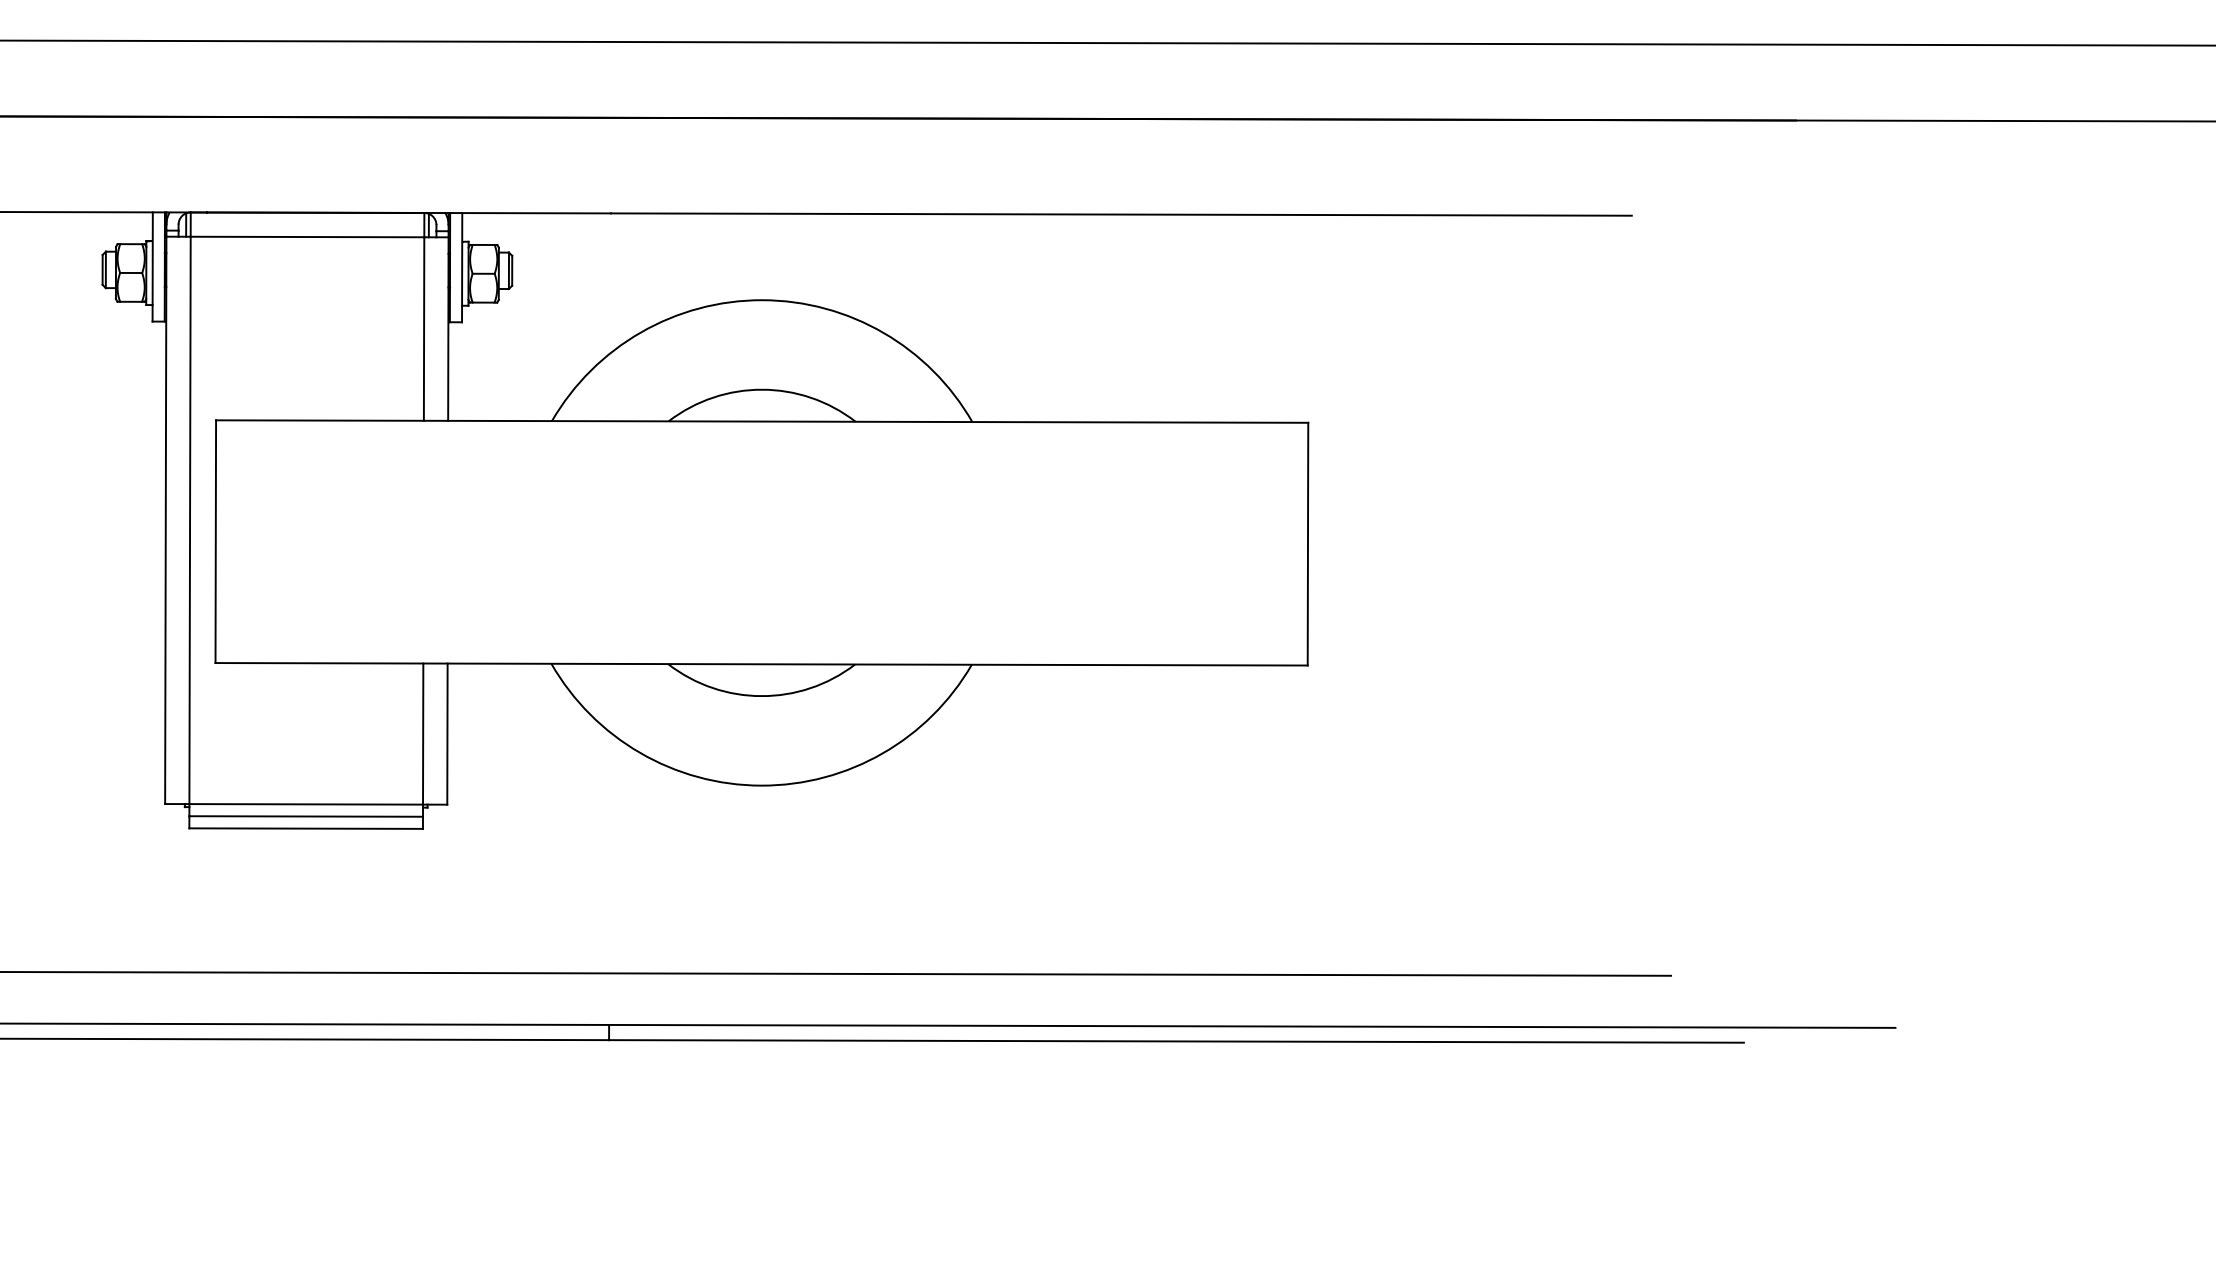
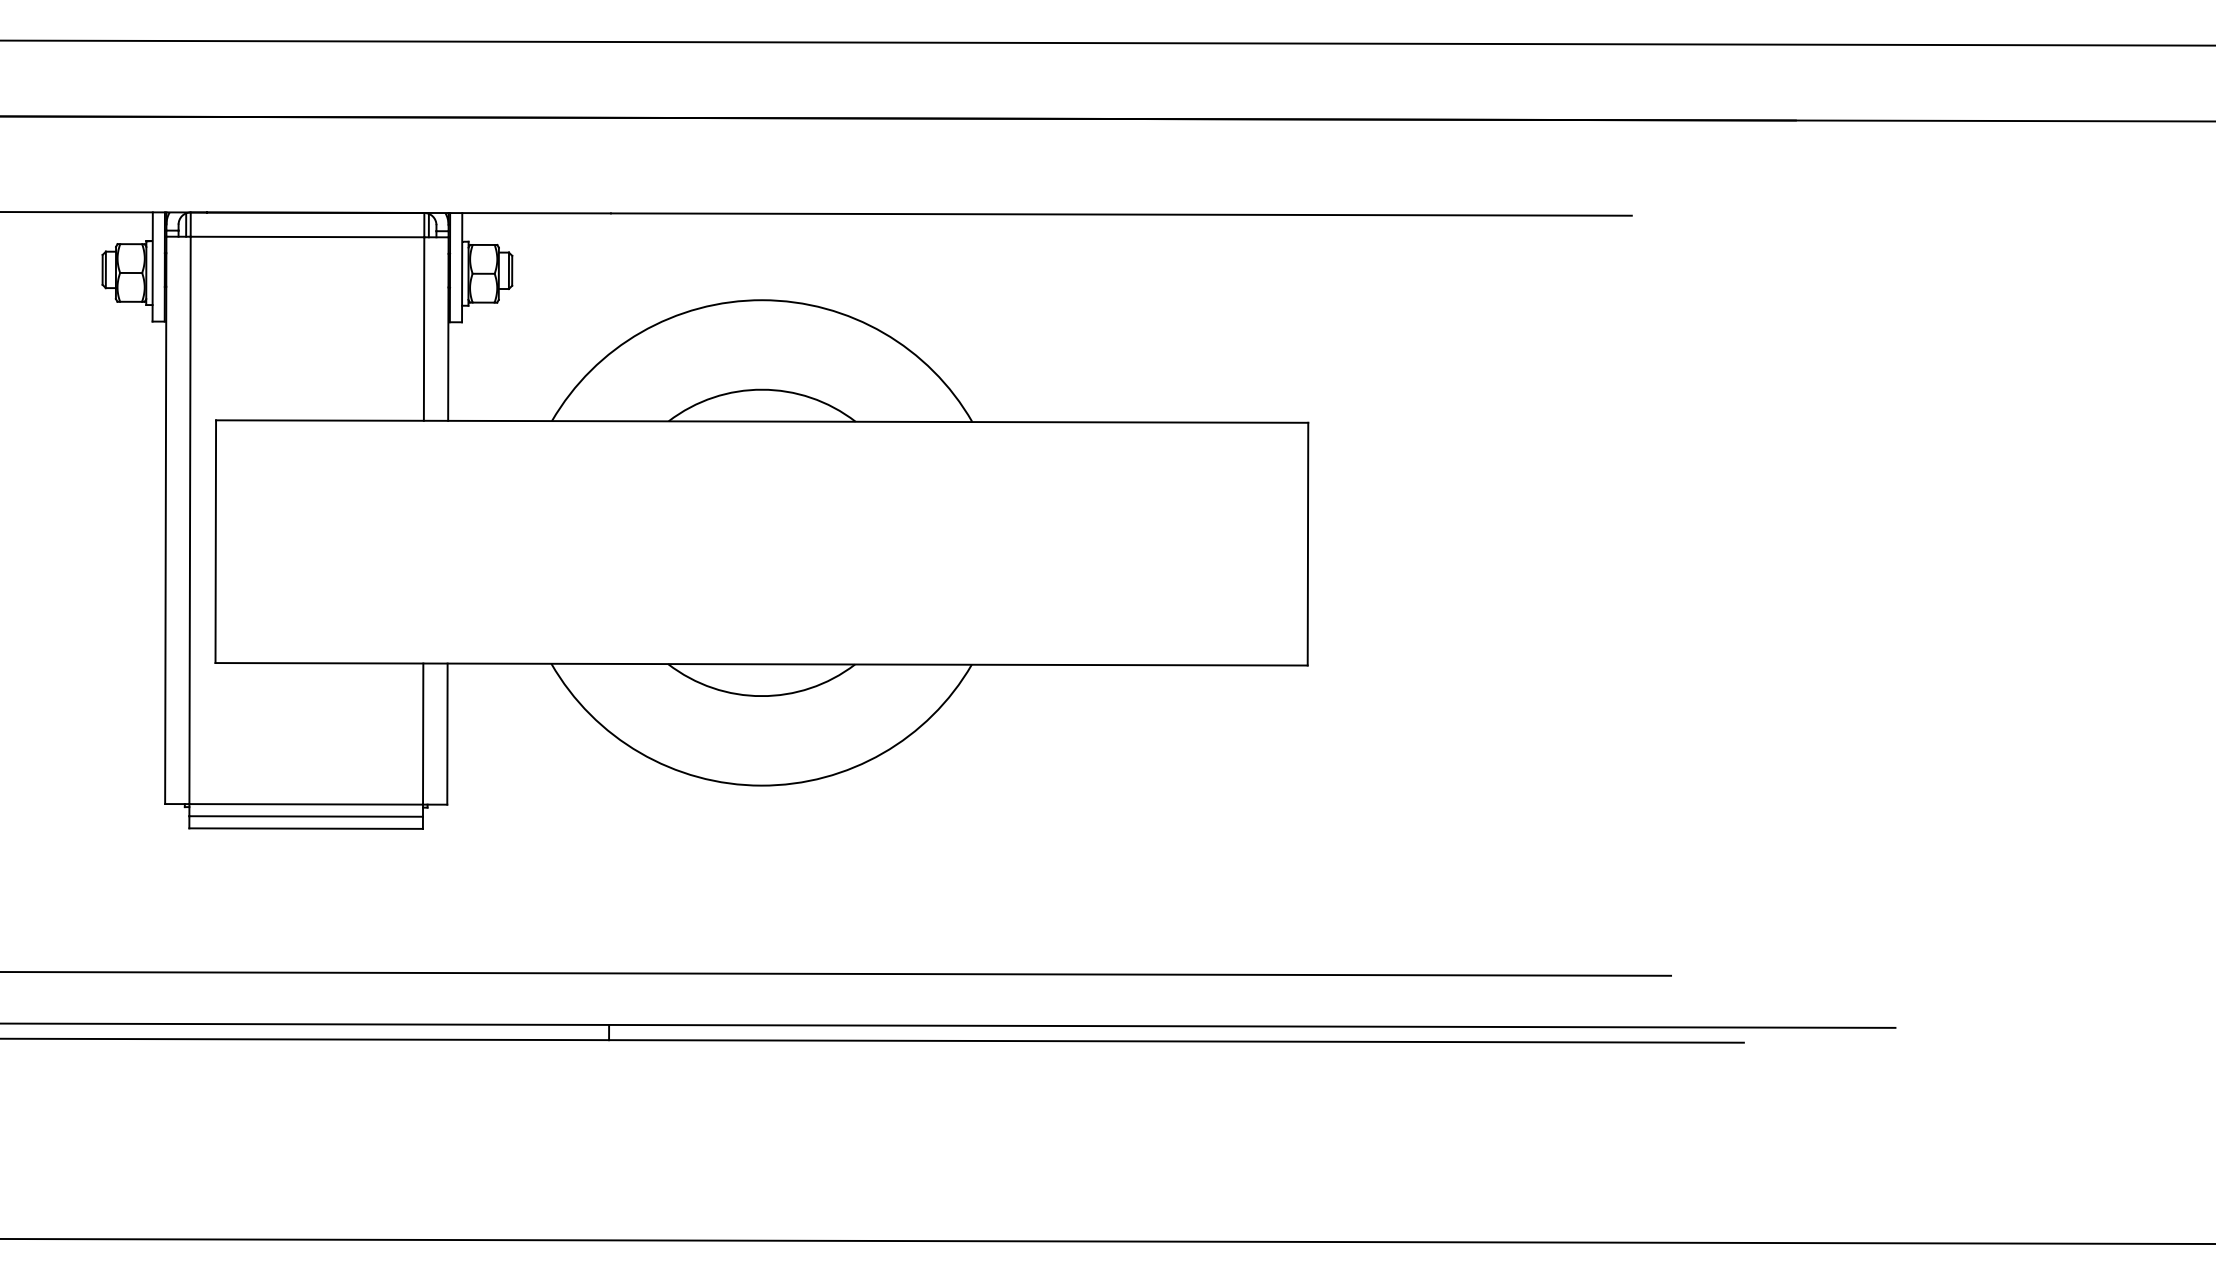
line at (1107, 1241): none -> present
